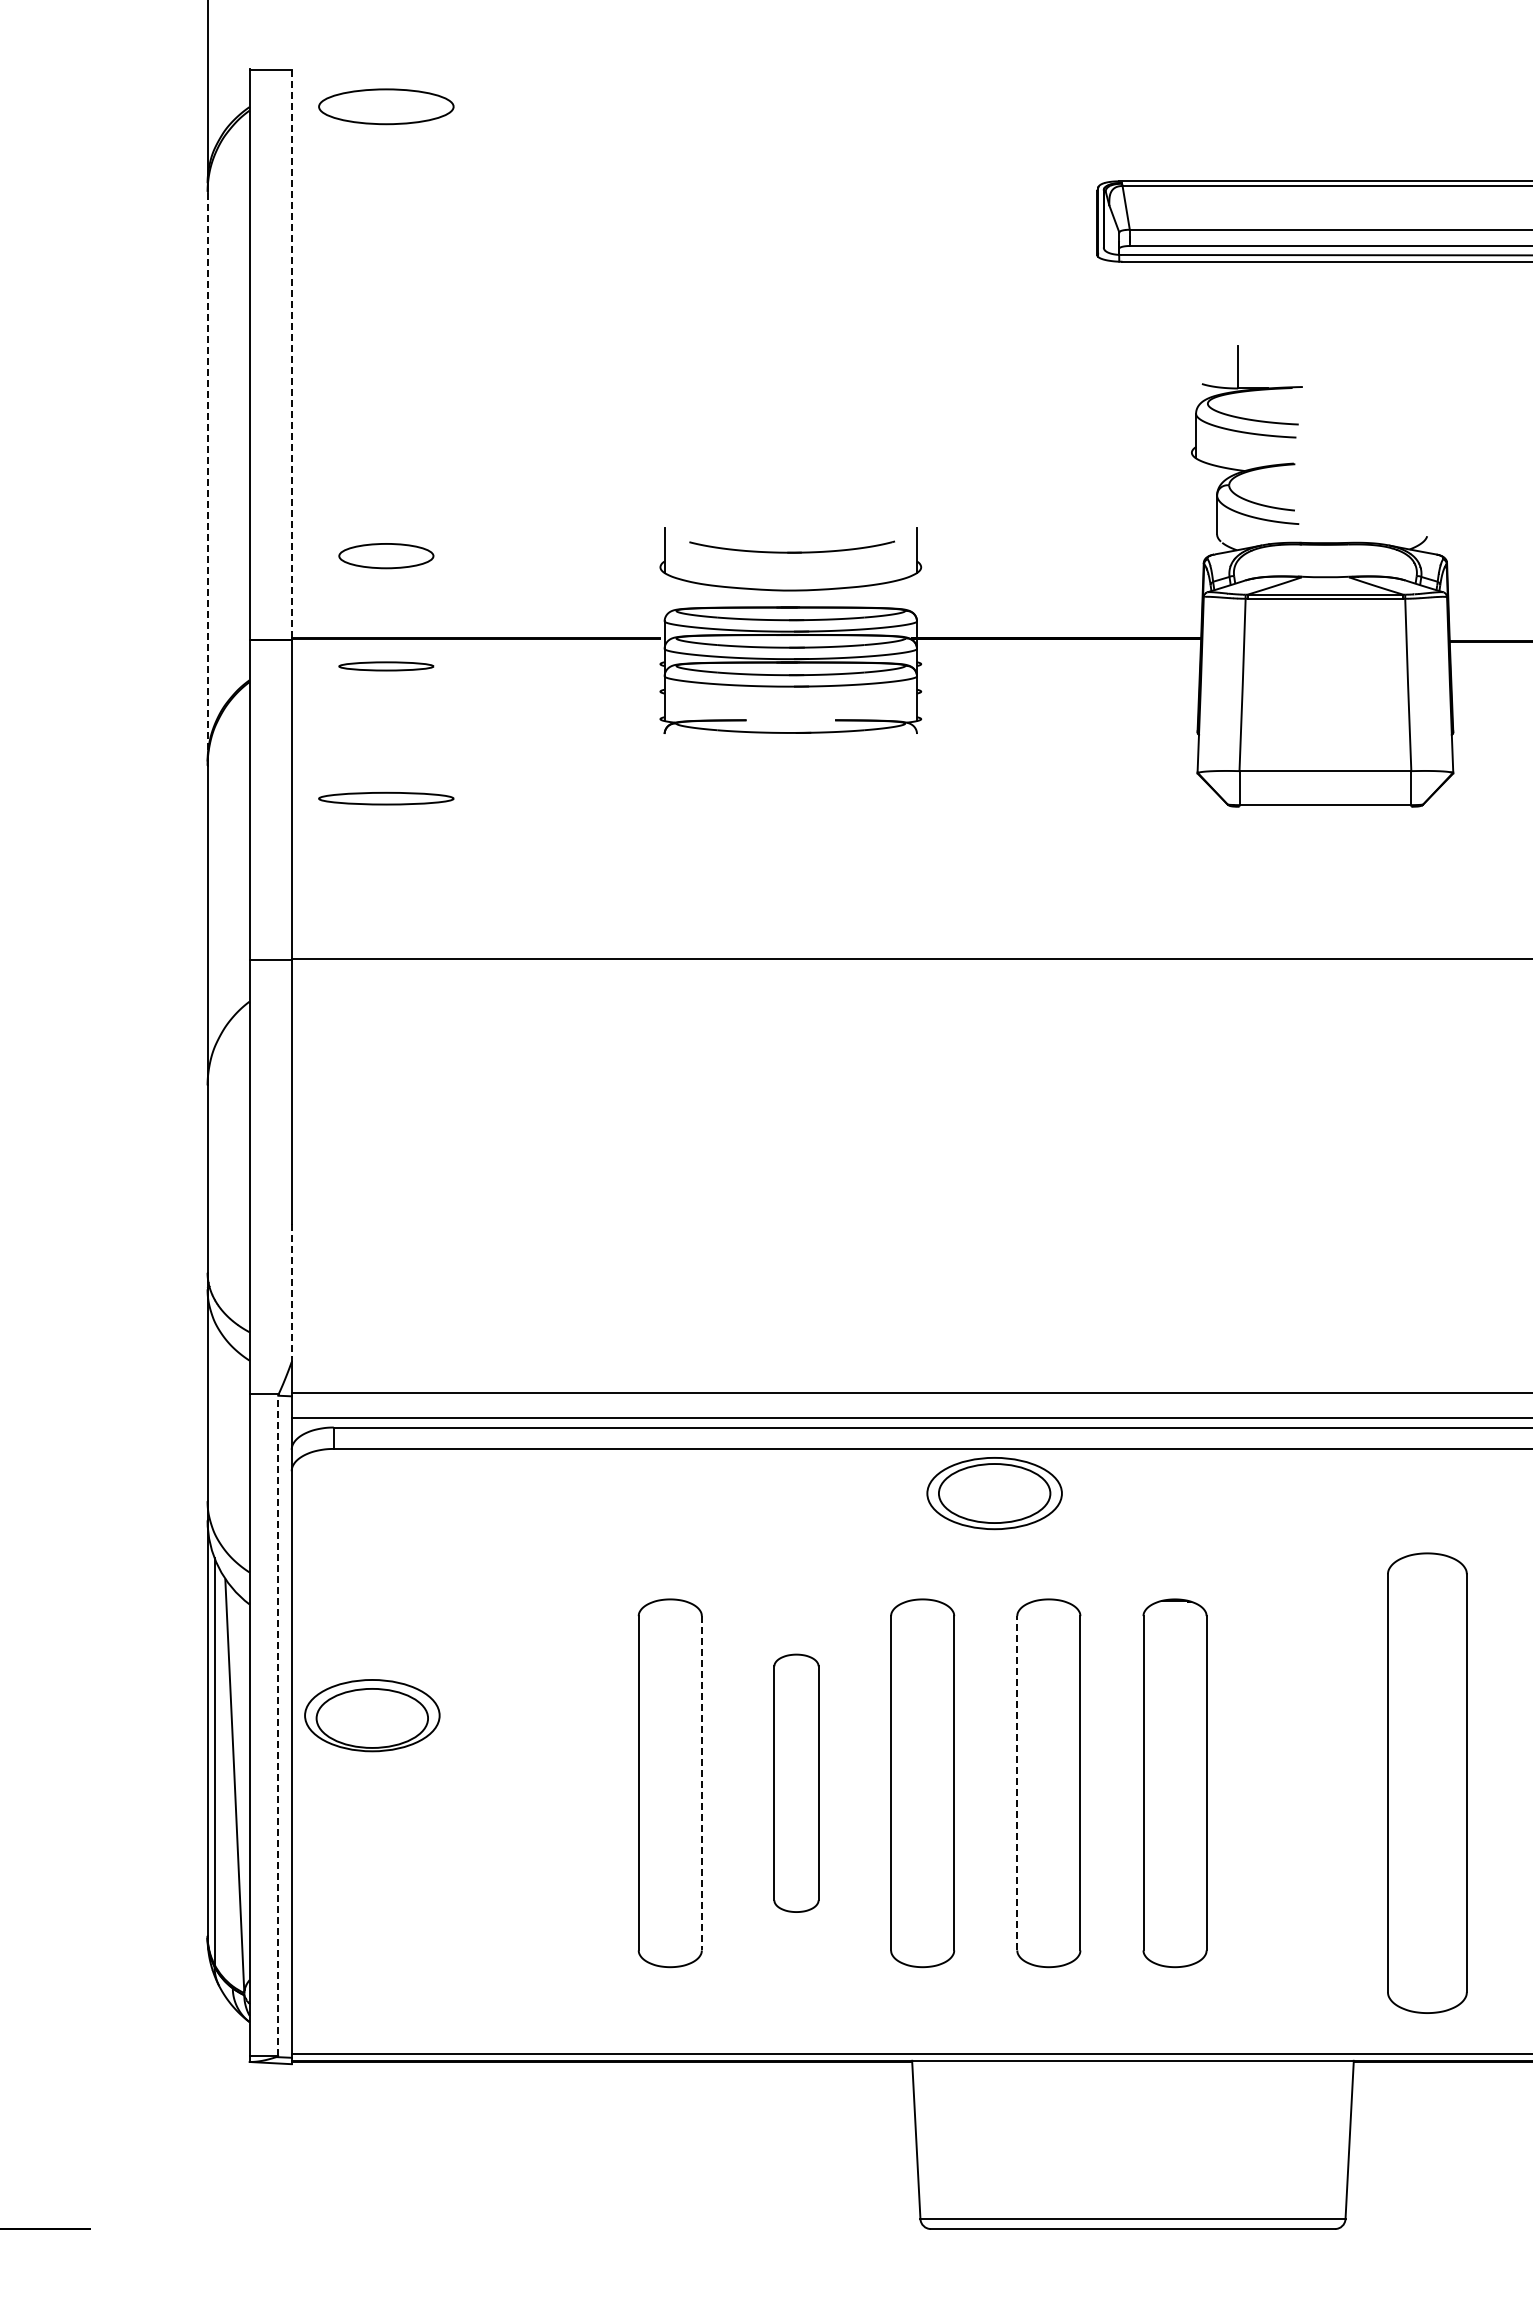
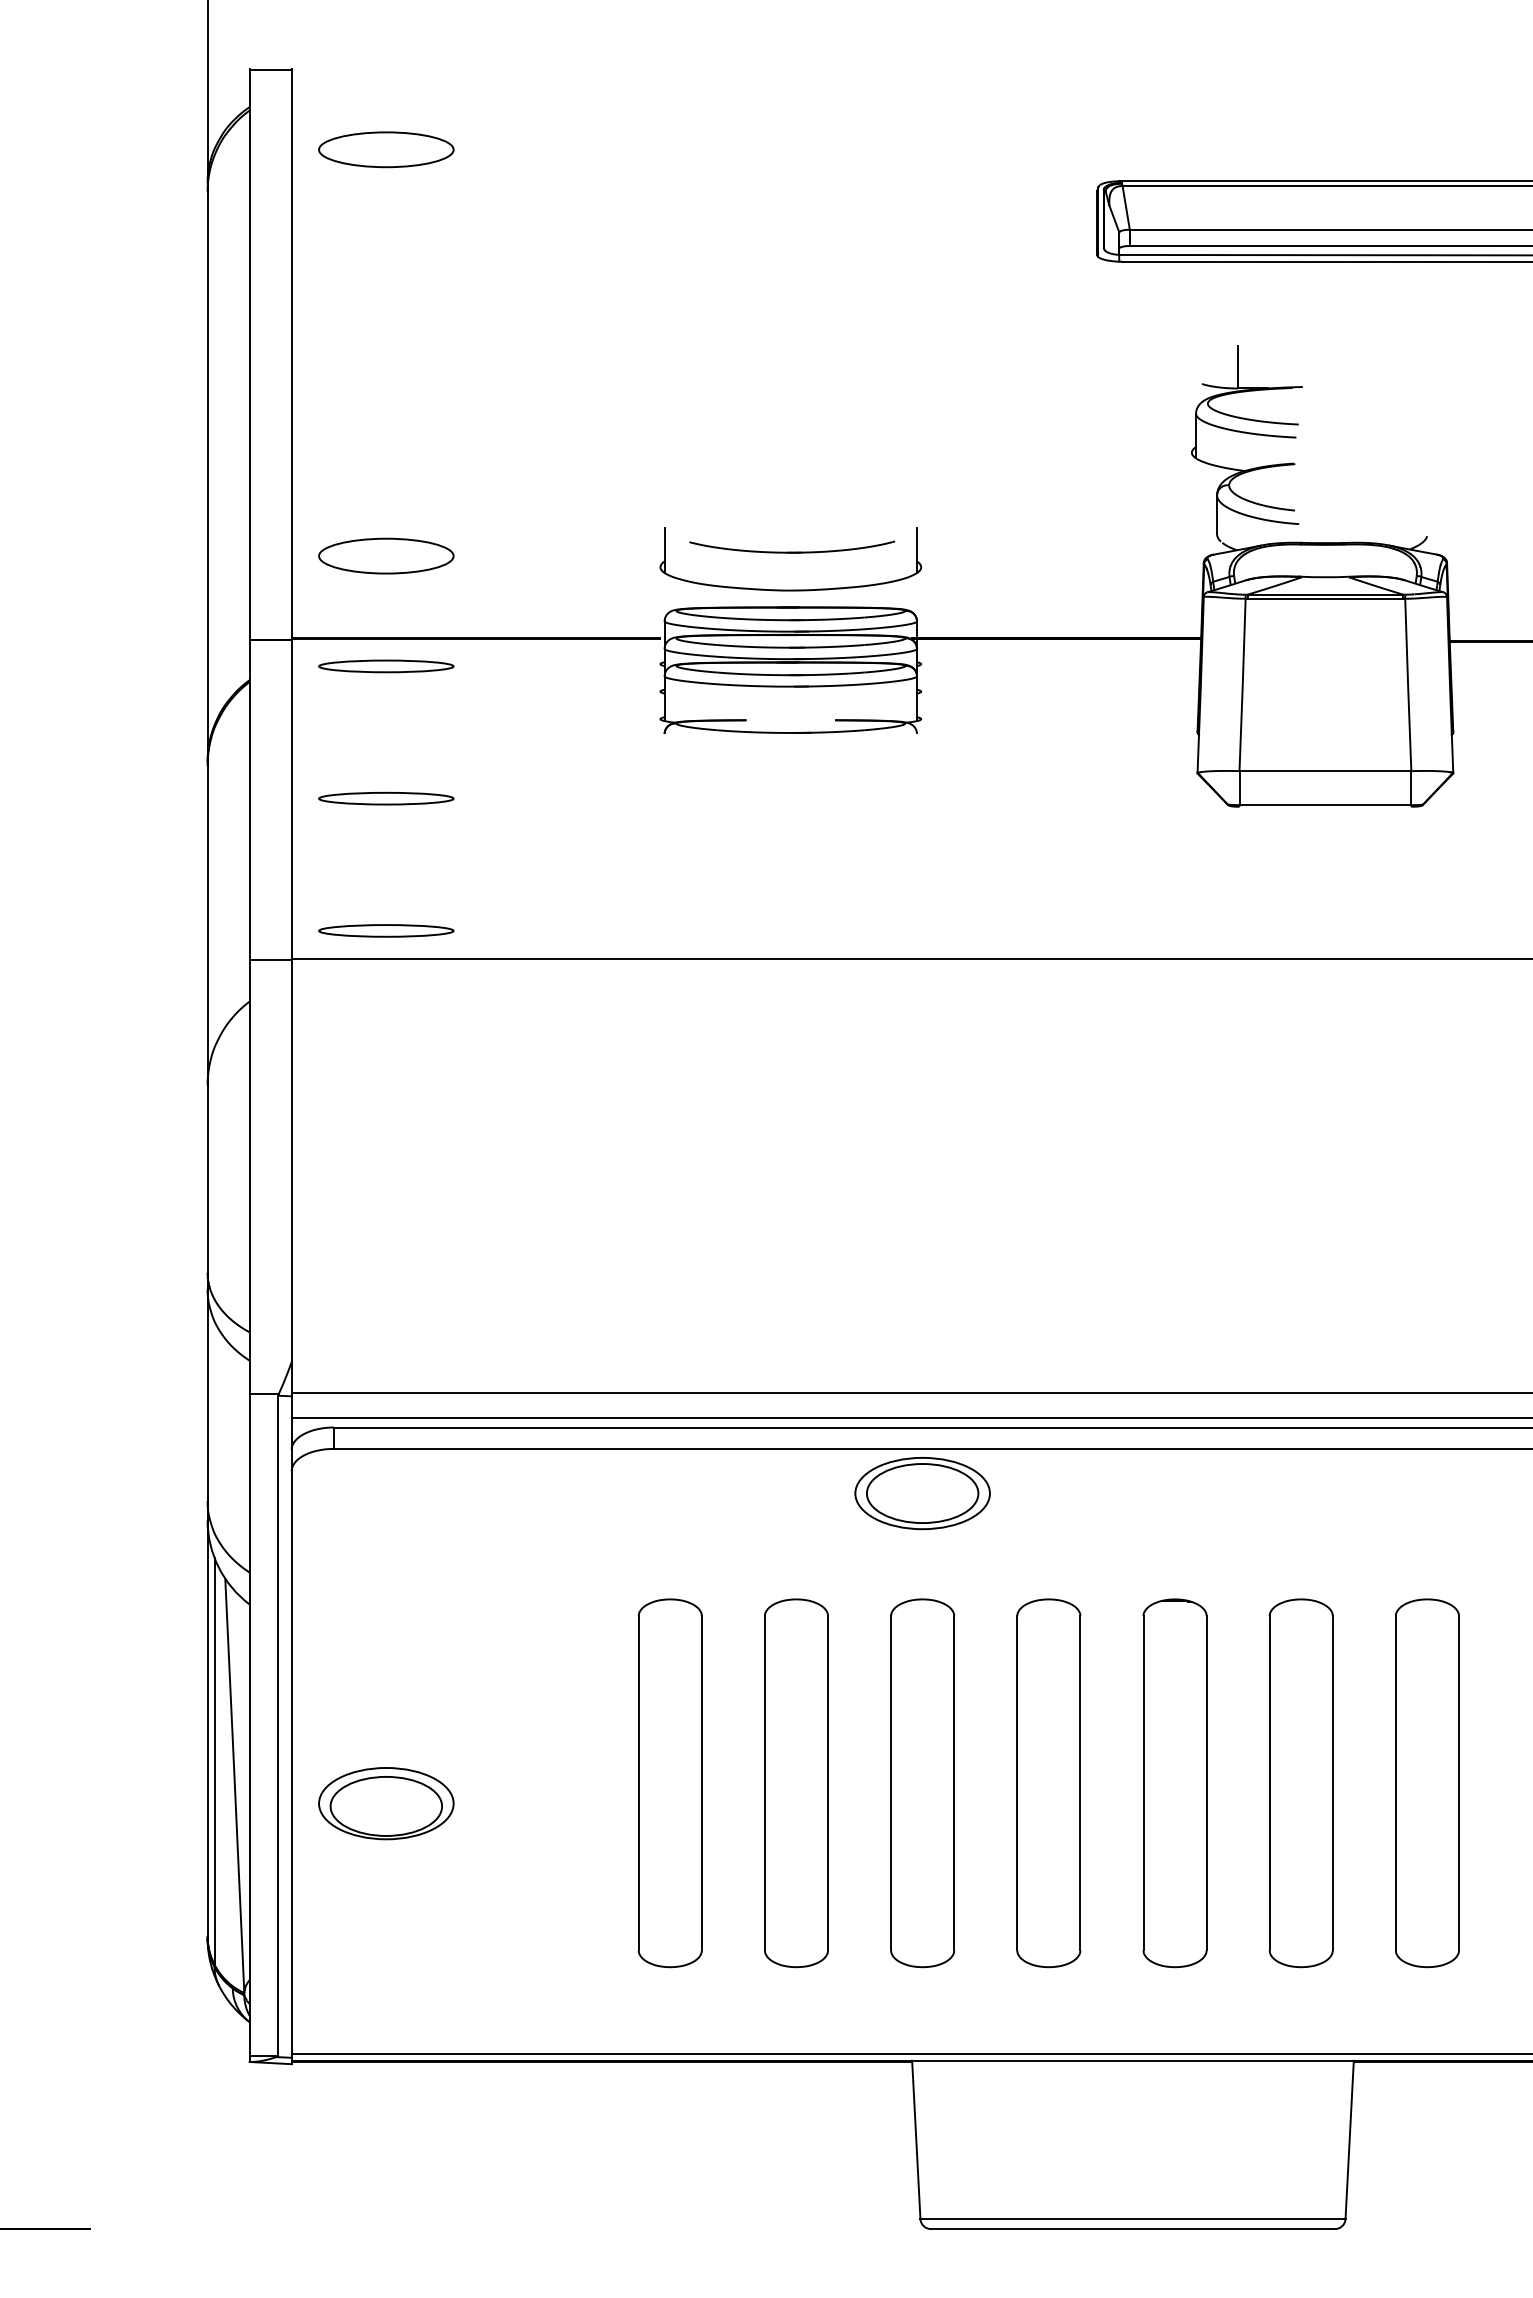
part at (386, 106) position: (386, 106) -> (386, 149)
line at (291, 353): dashed -> solid
line at (207, 476): dashed -> solid
part at (386, 556) size: 97x27 px -> 137x38 px
part at (386, 666) size: 97x11 px -> 137x15 px
part at (386, 930): none -> present
line at (291, 1293): dashed -> solid
part at (994, 1493) position: (994, 1493) -> (922, 1493)
part at (372, 1715) position: (372, 1715) -> (386, 1803)
line at (278, 1725): dashed -> solid
part at (796, 1782) size: 47x260 px -> 65x371 px
line at (1017, 1782): dashed -> solid
part at (1427, 1782) size: 81x462 px -> 65x371 px
line at (701, 1783): dashed -> solid
part at (1300, 1783): none -> present
